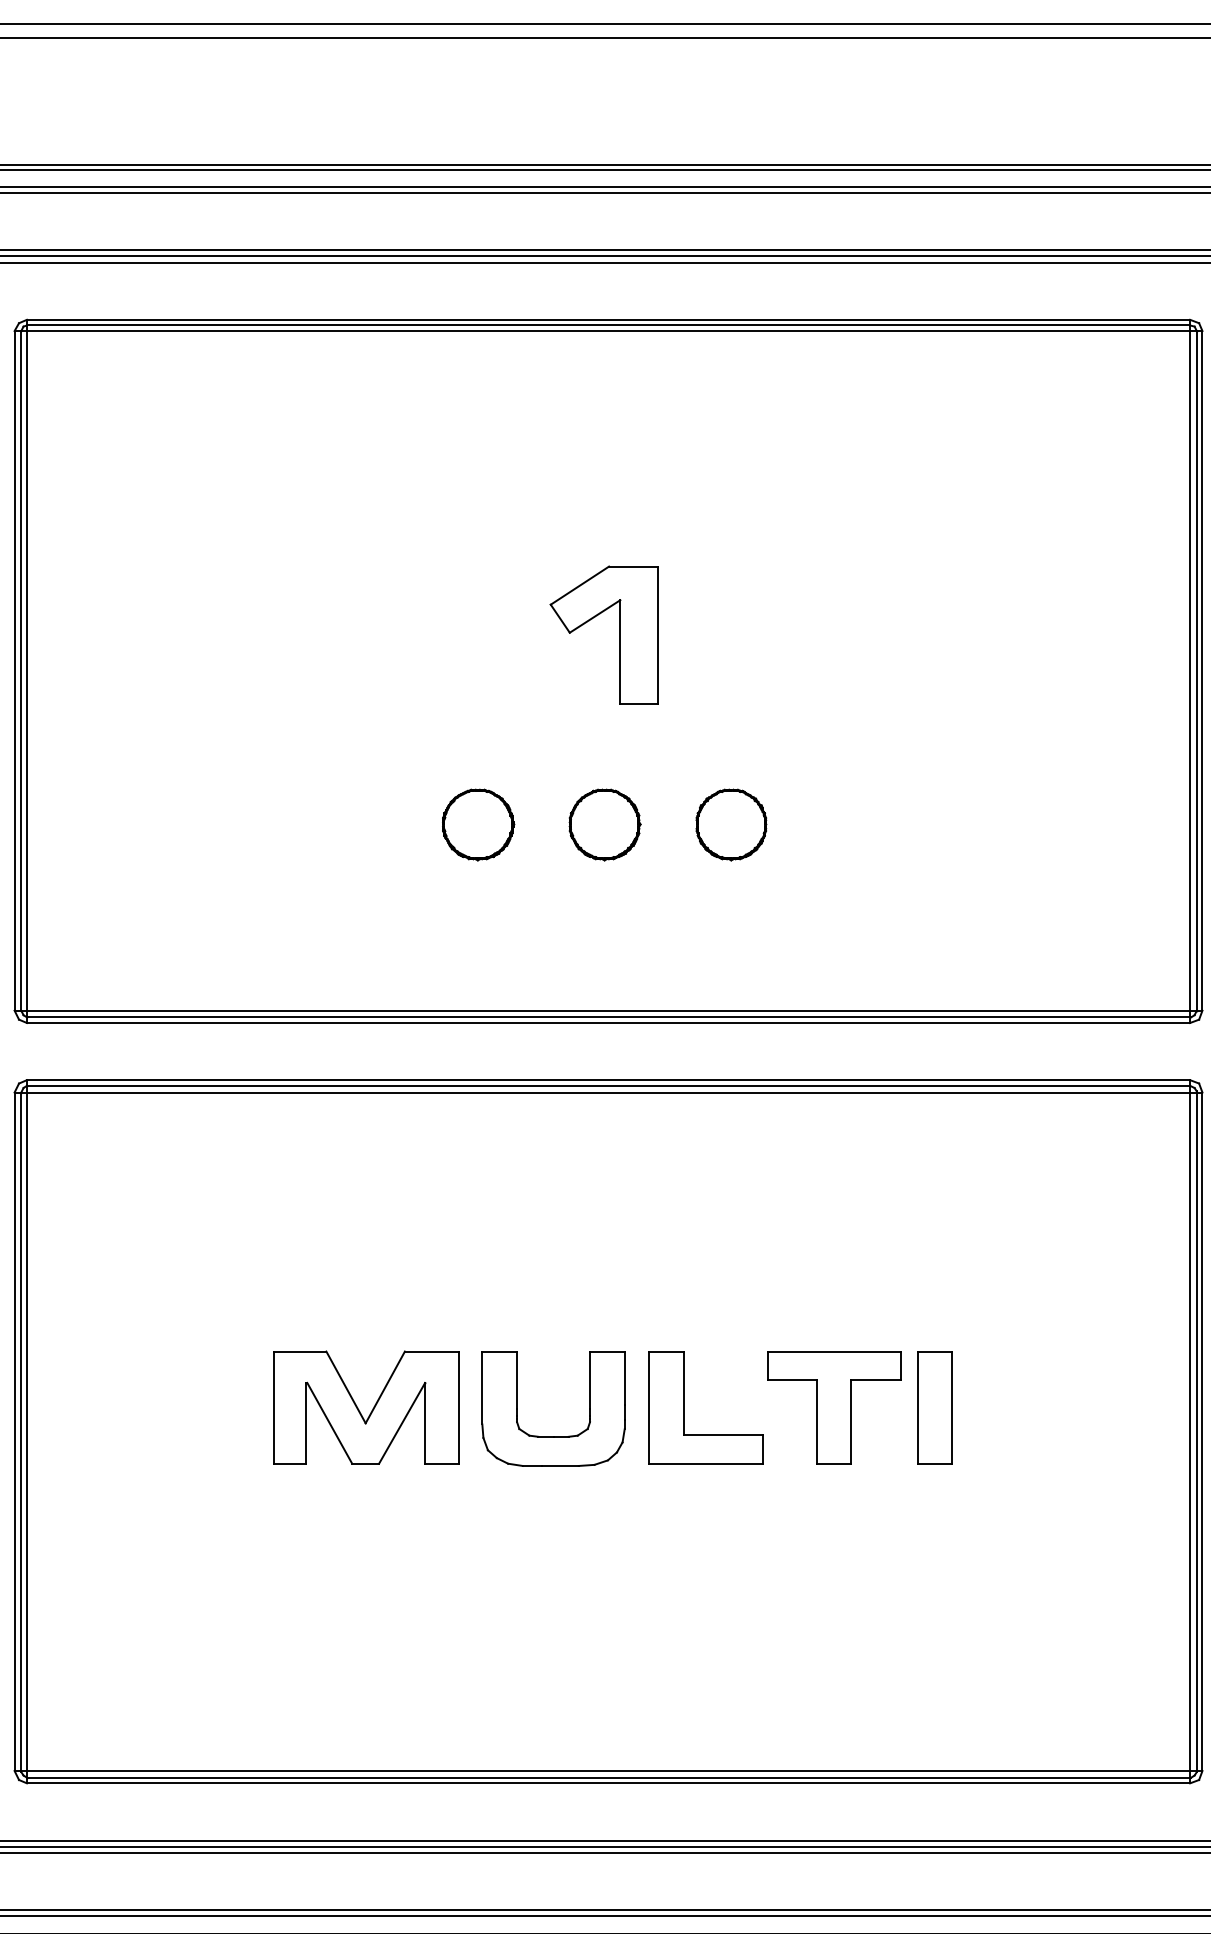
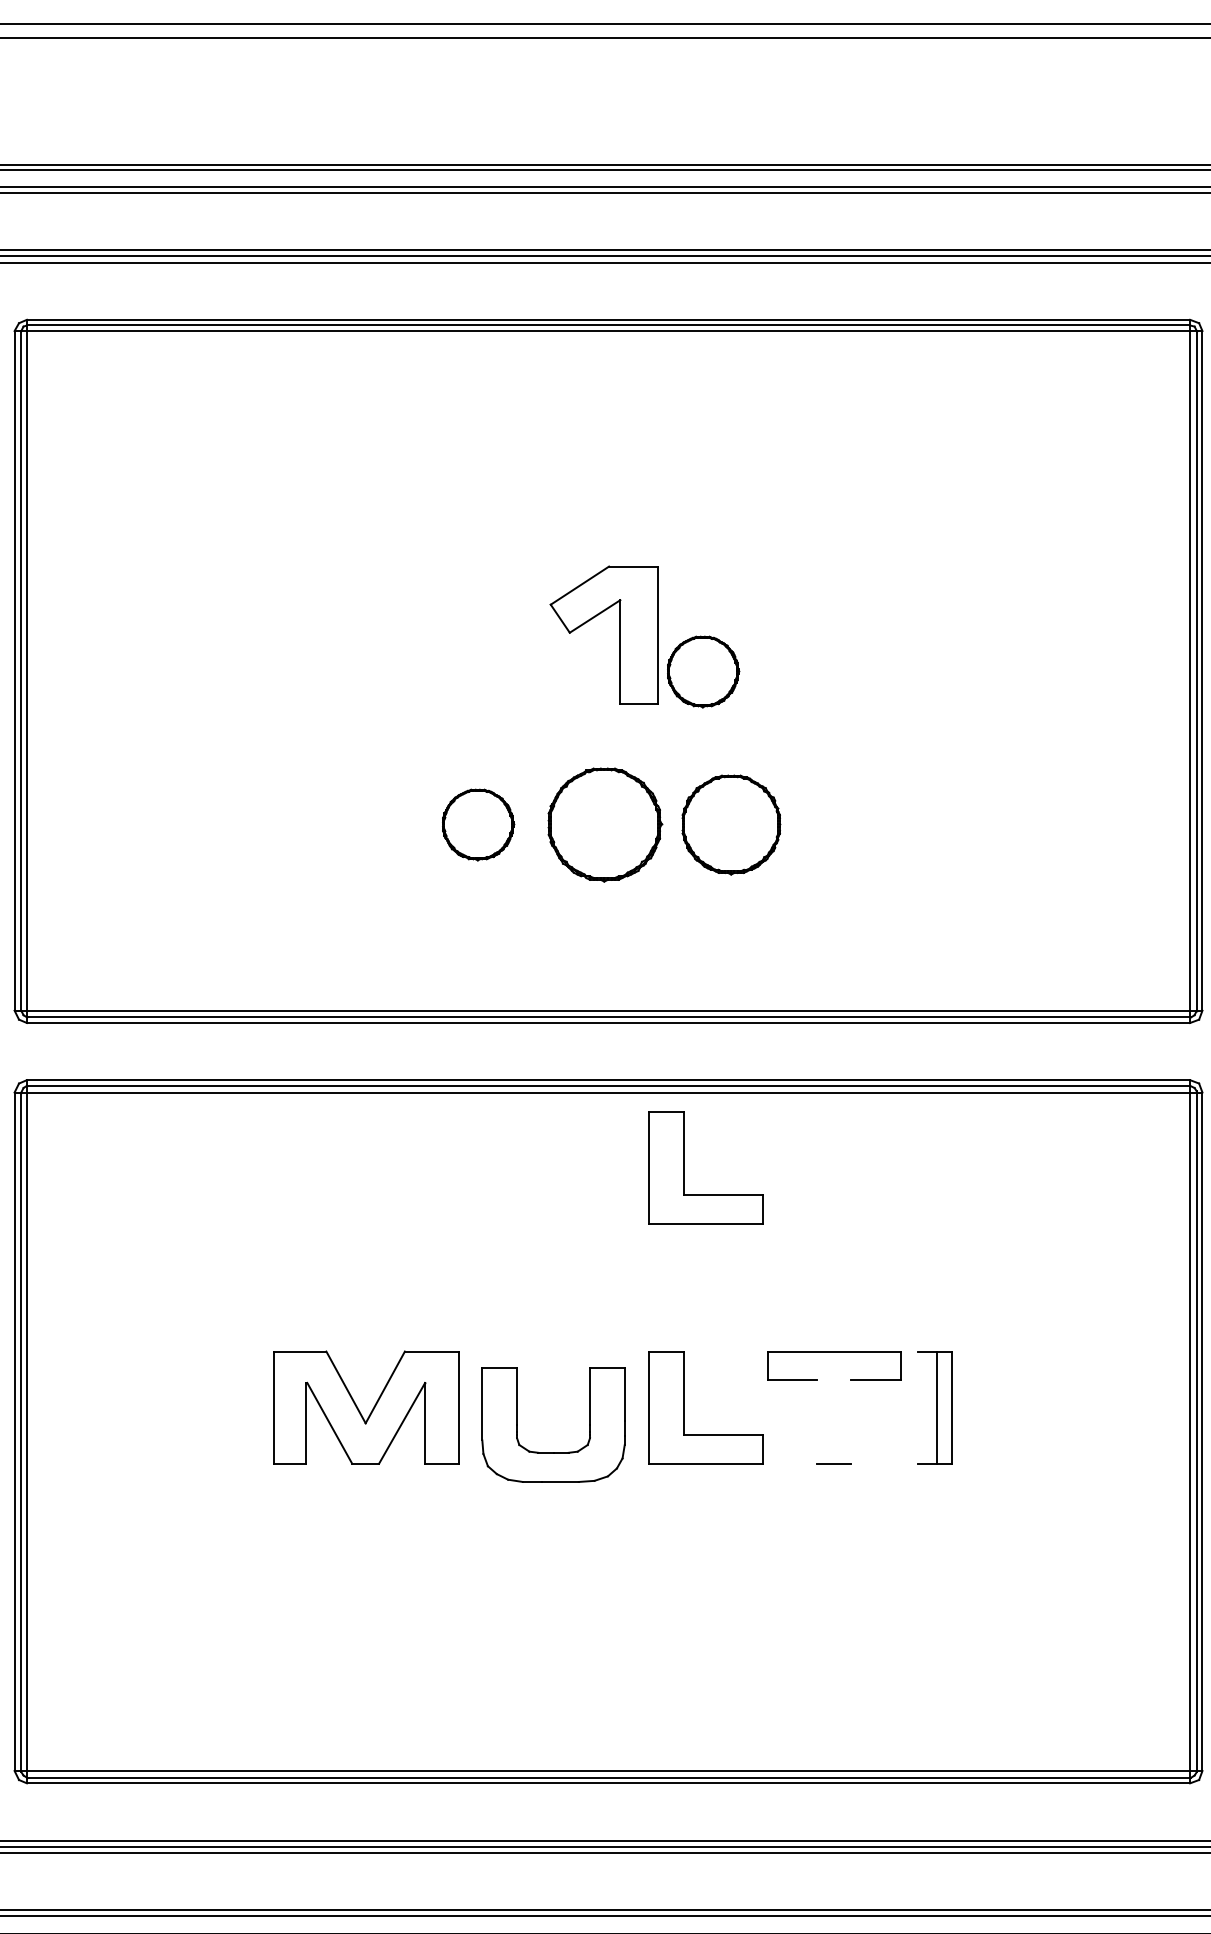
part at (703, 671): none -> present
part at (604, 824) size: 74x74 px -> 117x116 px
part at (731, 824) size: 73x74 px -> 101x102 px
part at (684, 1167): none -> present
line at (917, 1407) position: (917, 1407) -> (936, 1407)
line at (816, 1421): present -> none
line at (851, 1421): present -> none
part at (553, 1436) position: (553, 1436) -> (553, 1452)
